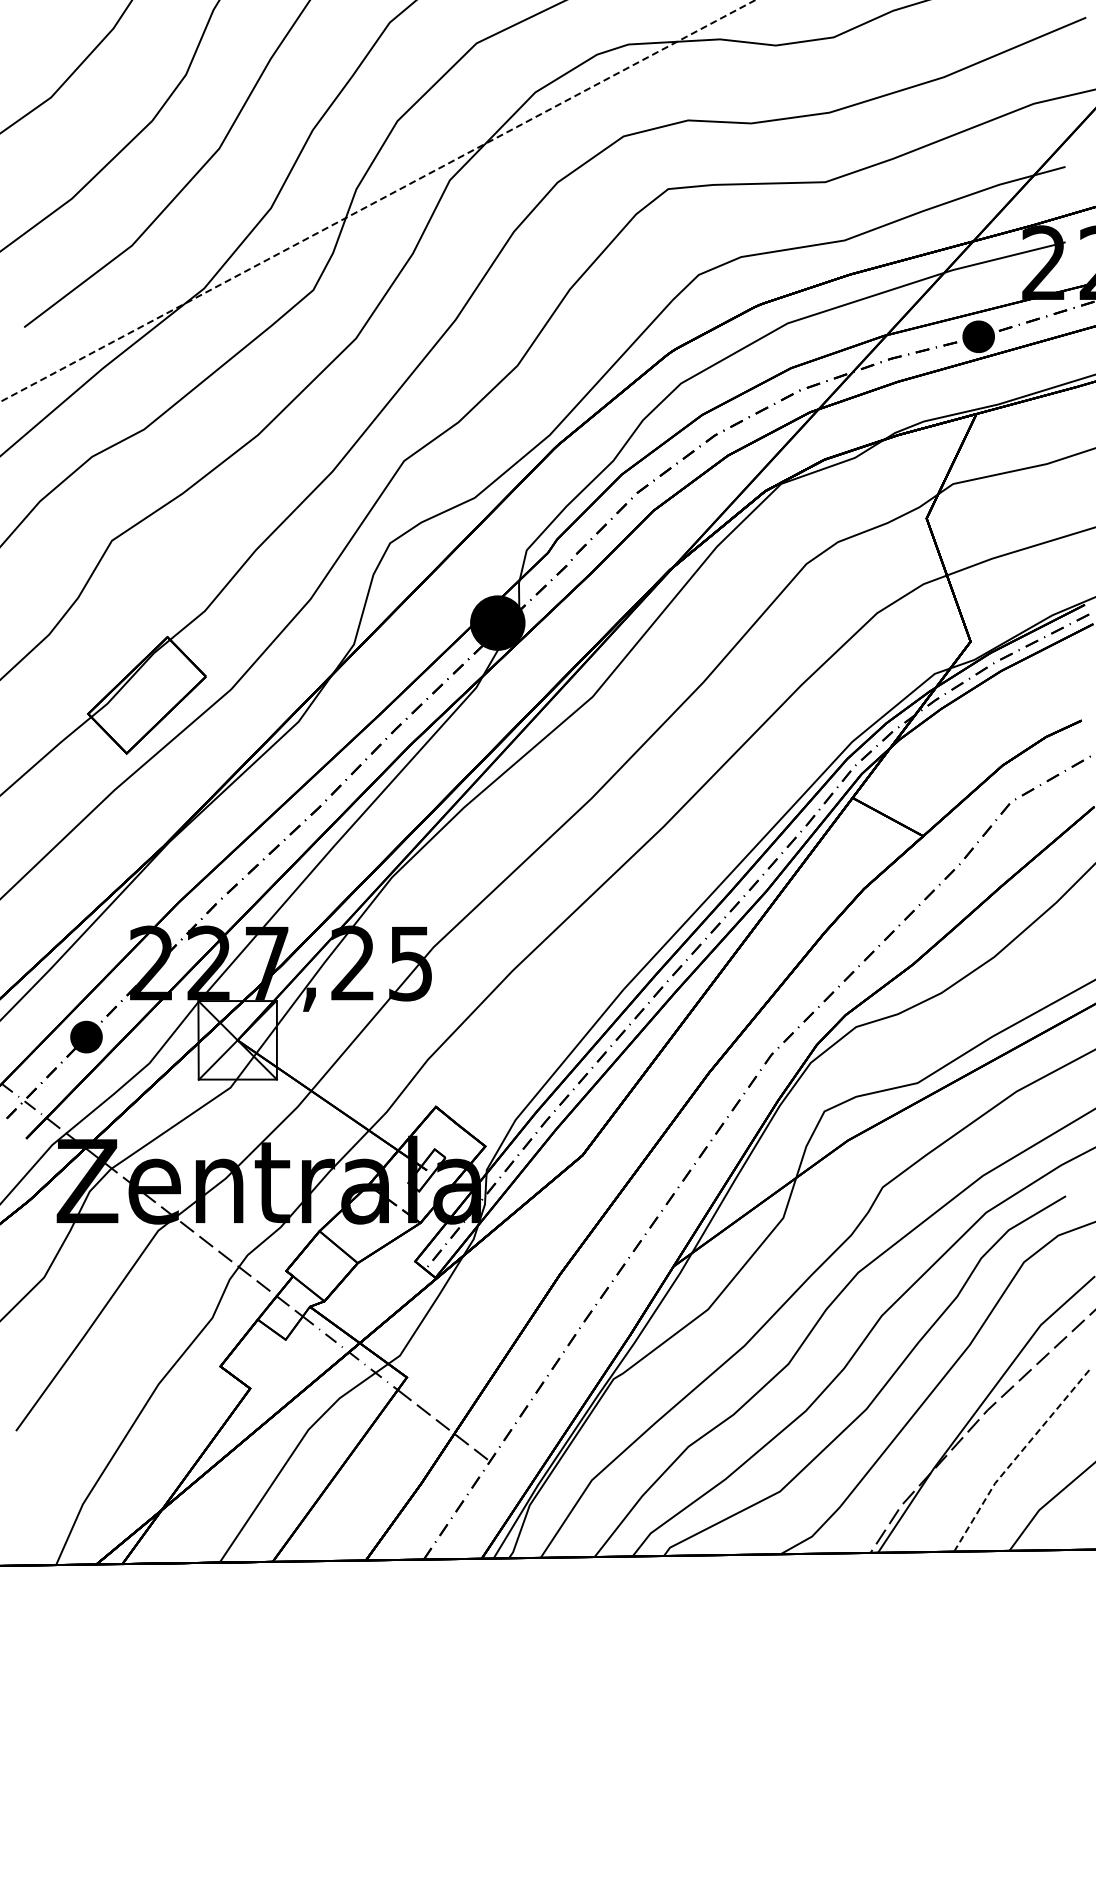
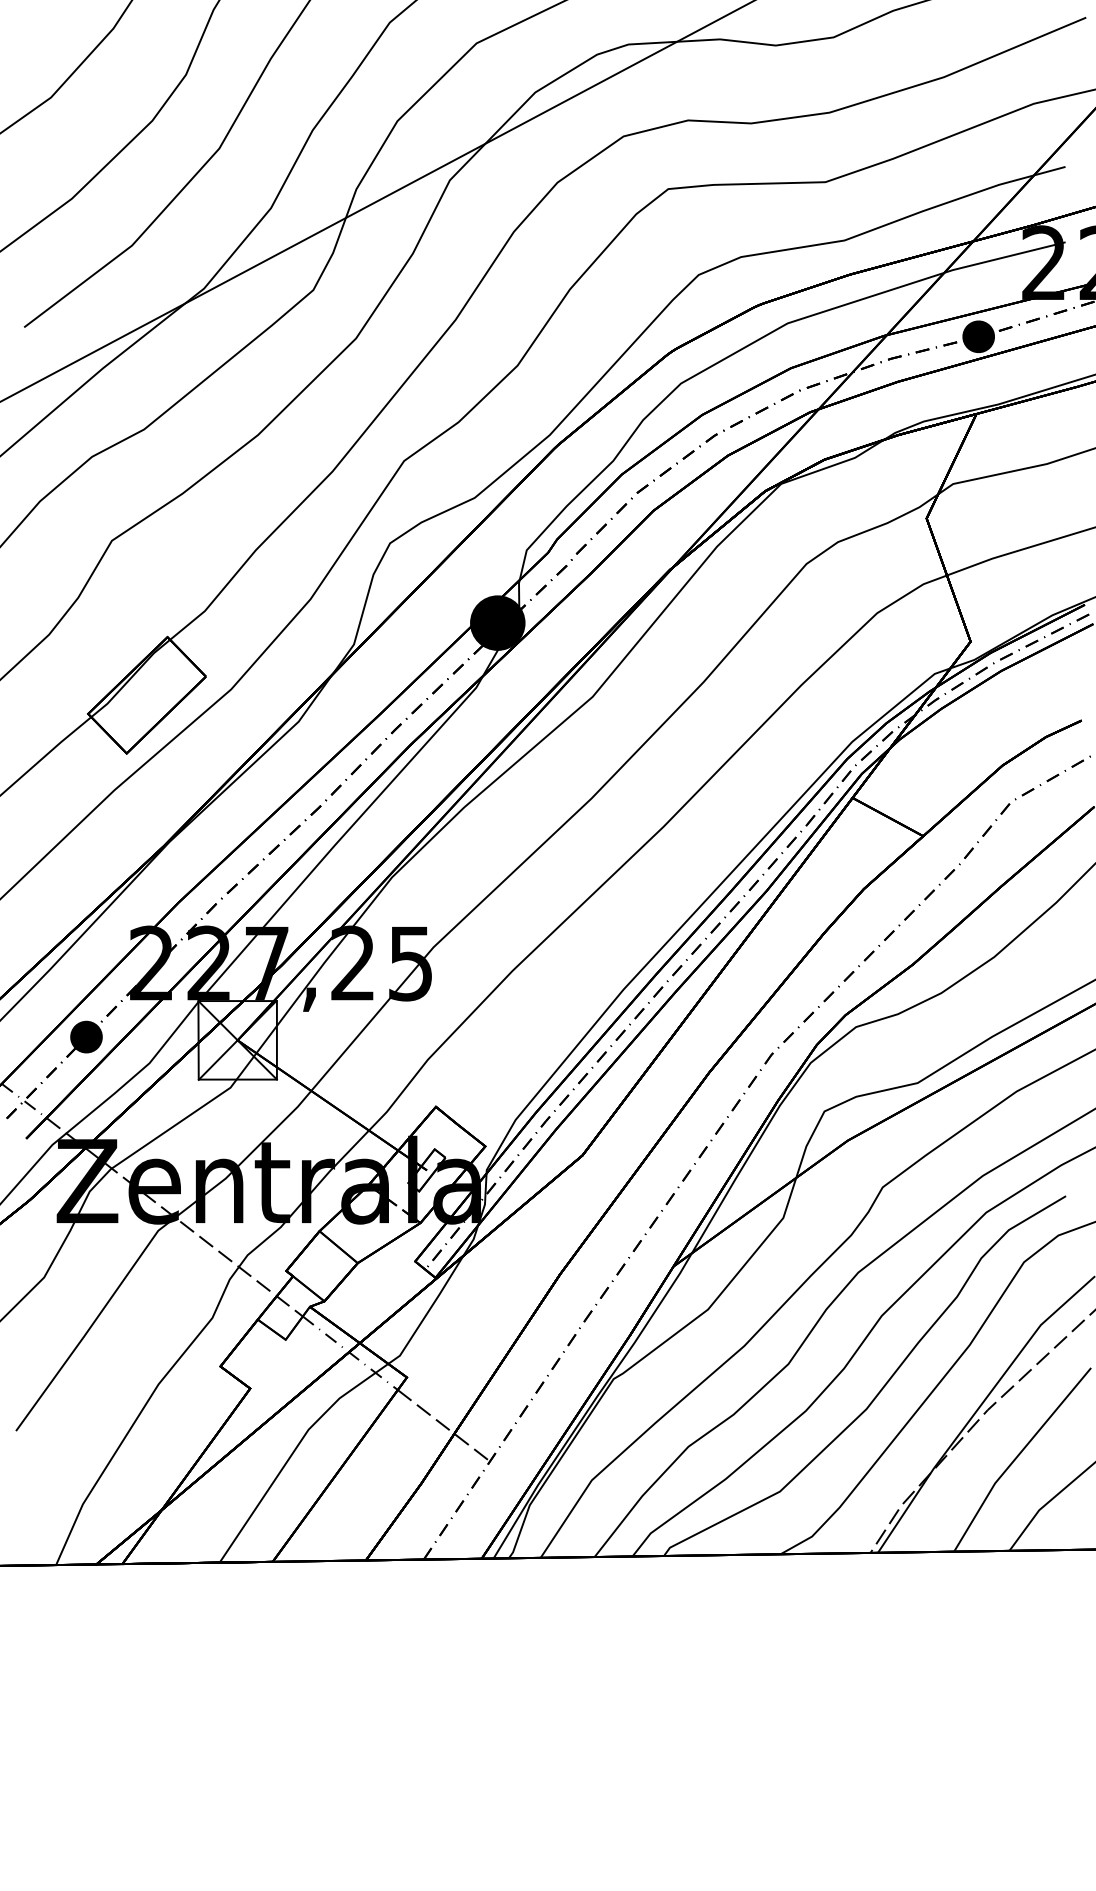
line at (378, 200): dashed -> solid
line at (1017, 1456): dashed -> solid
